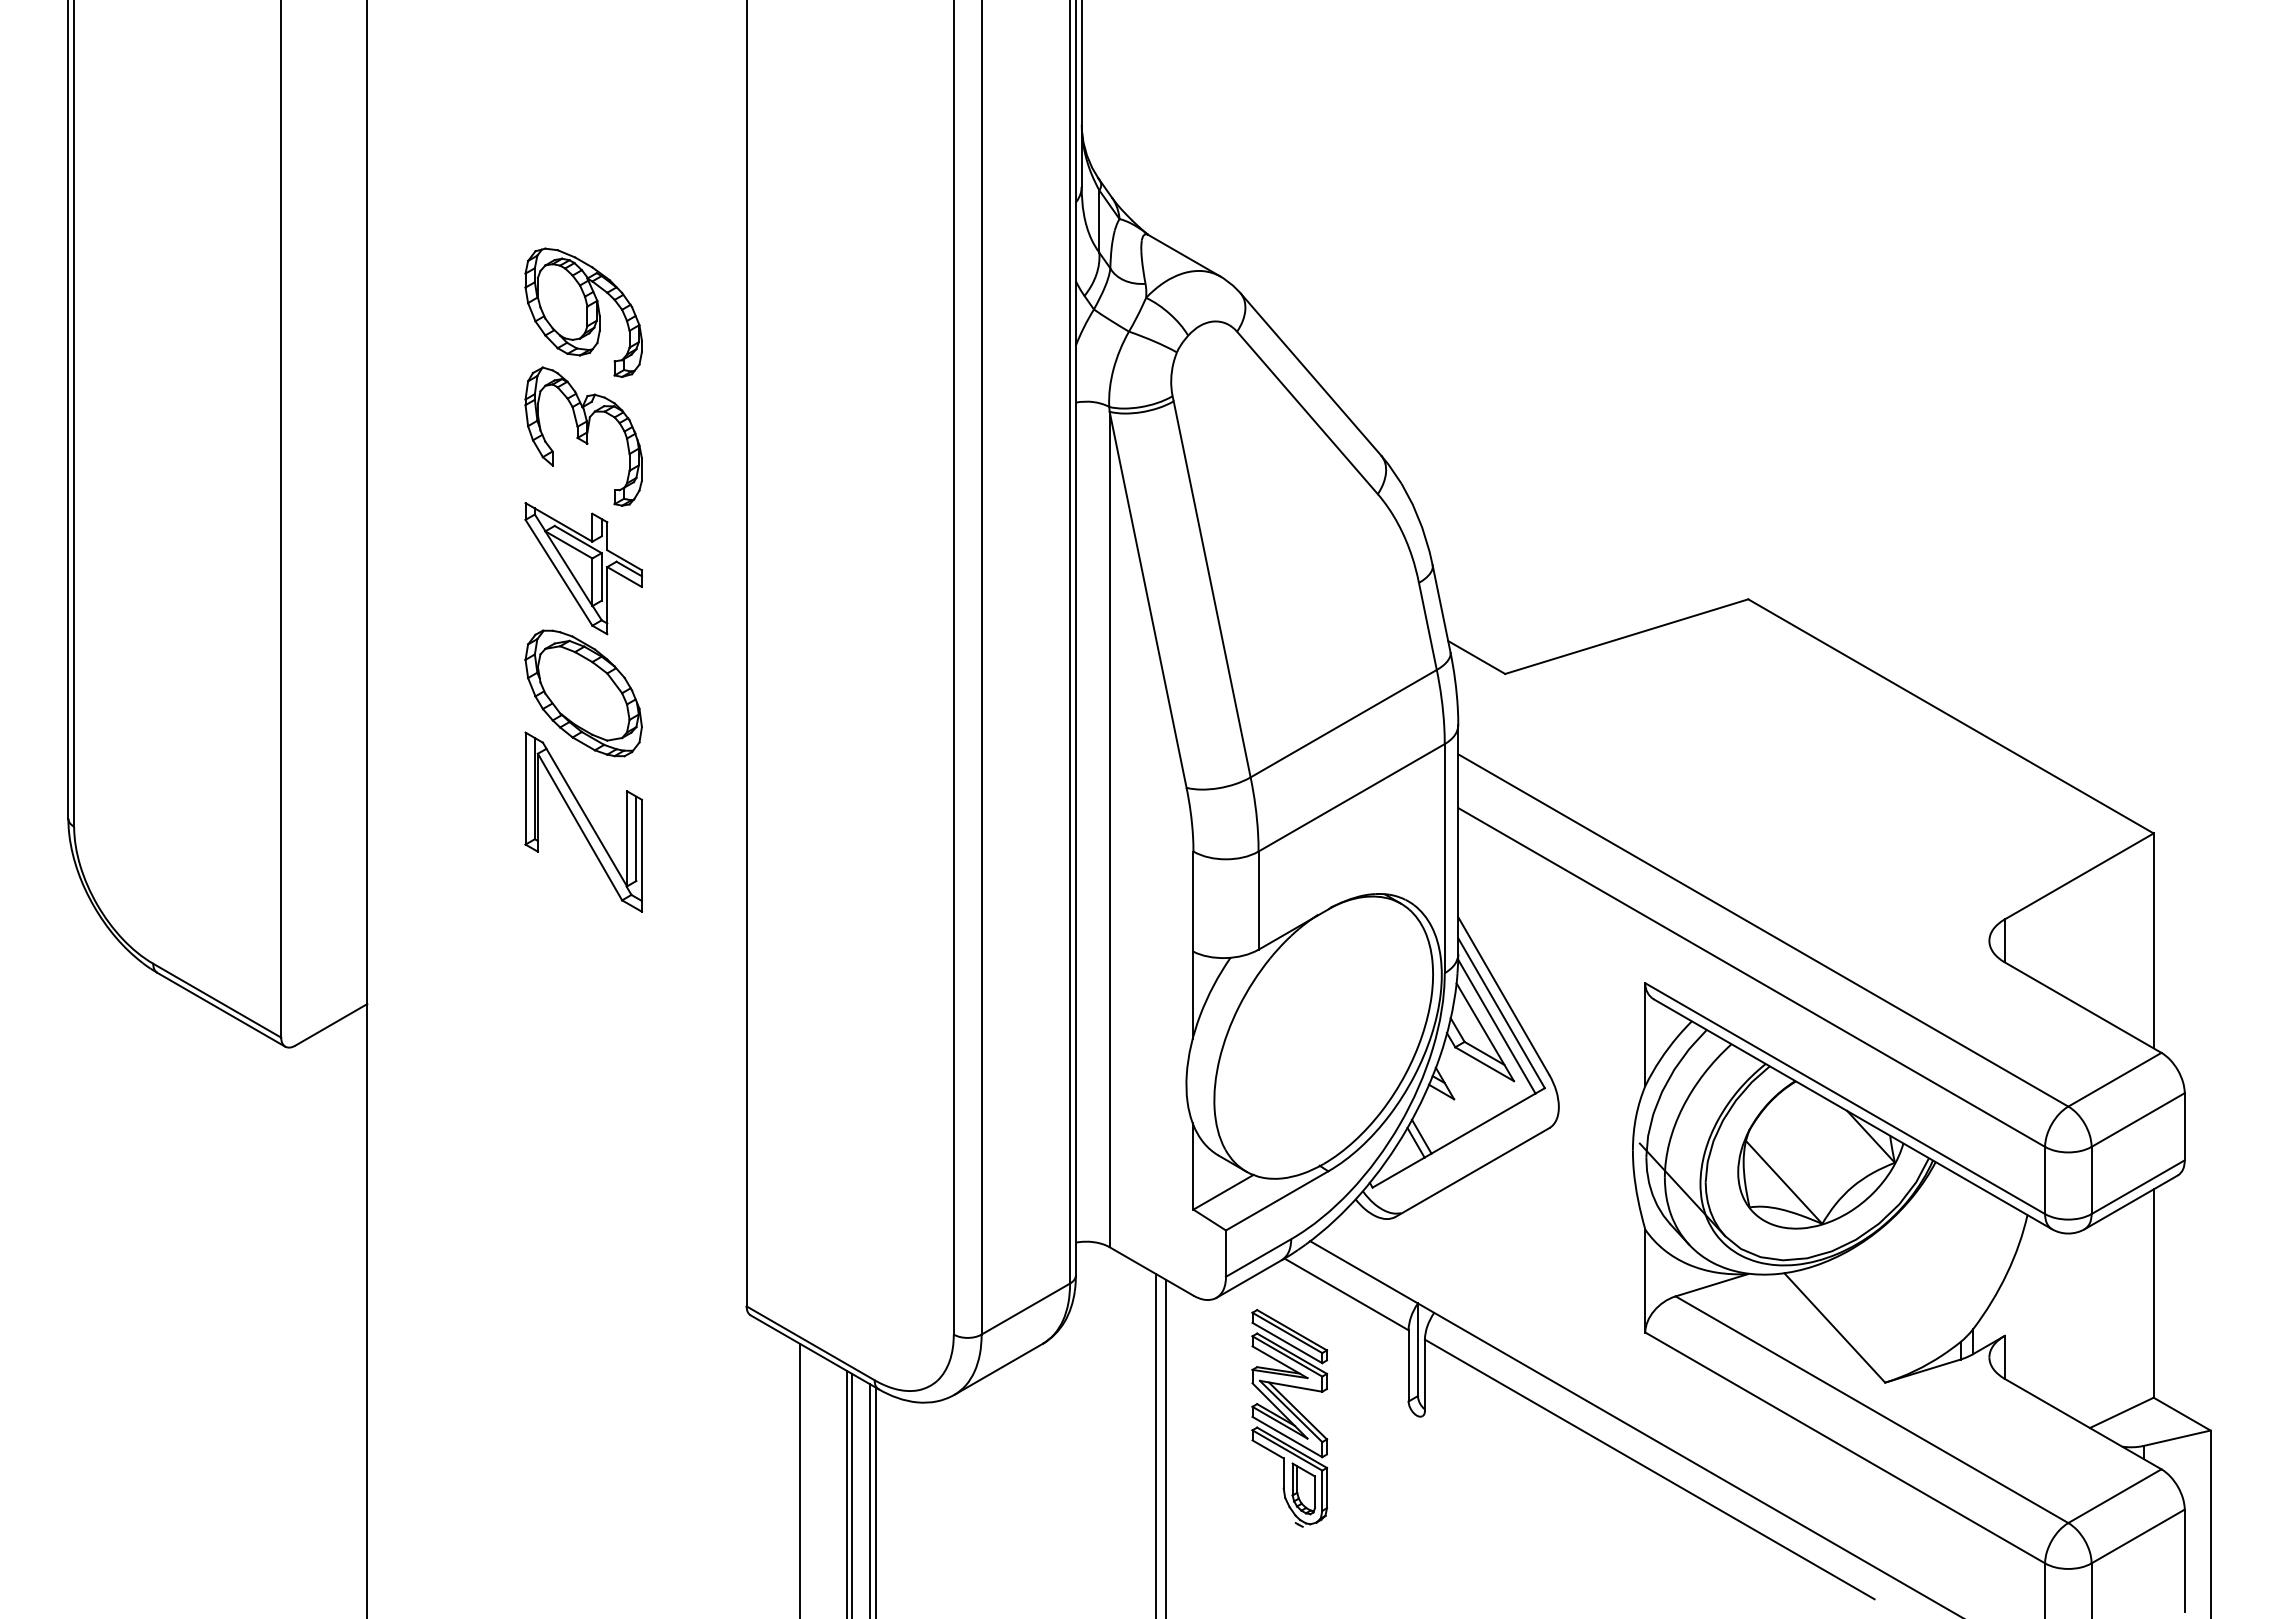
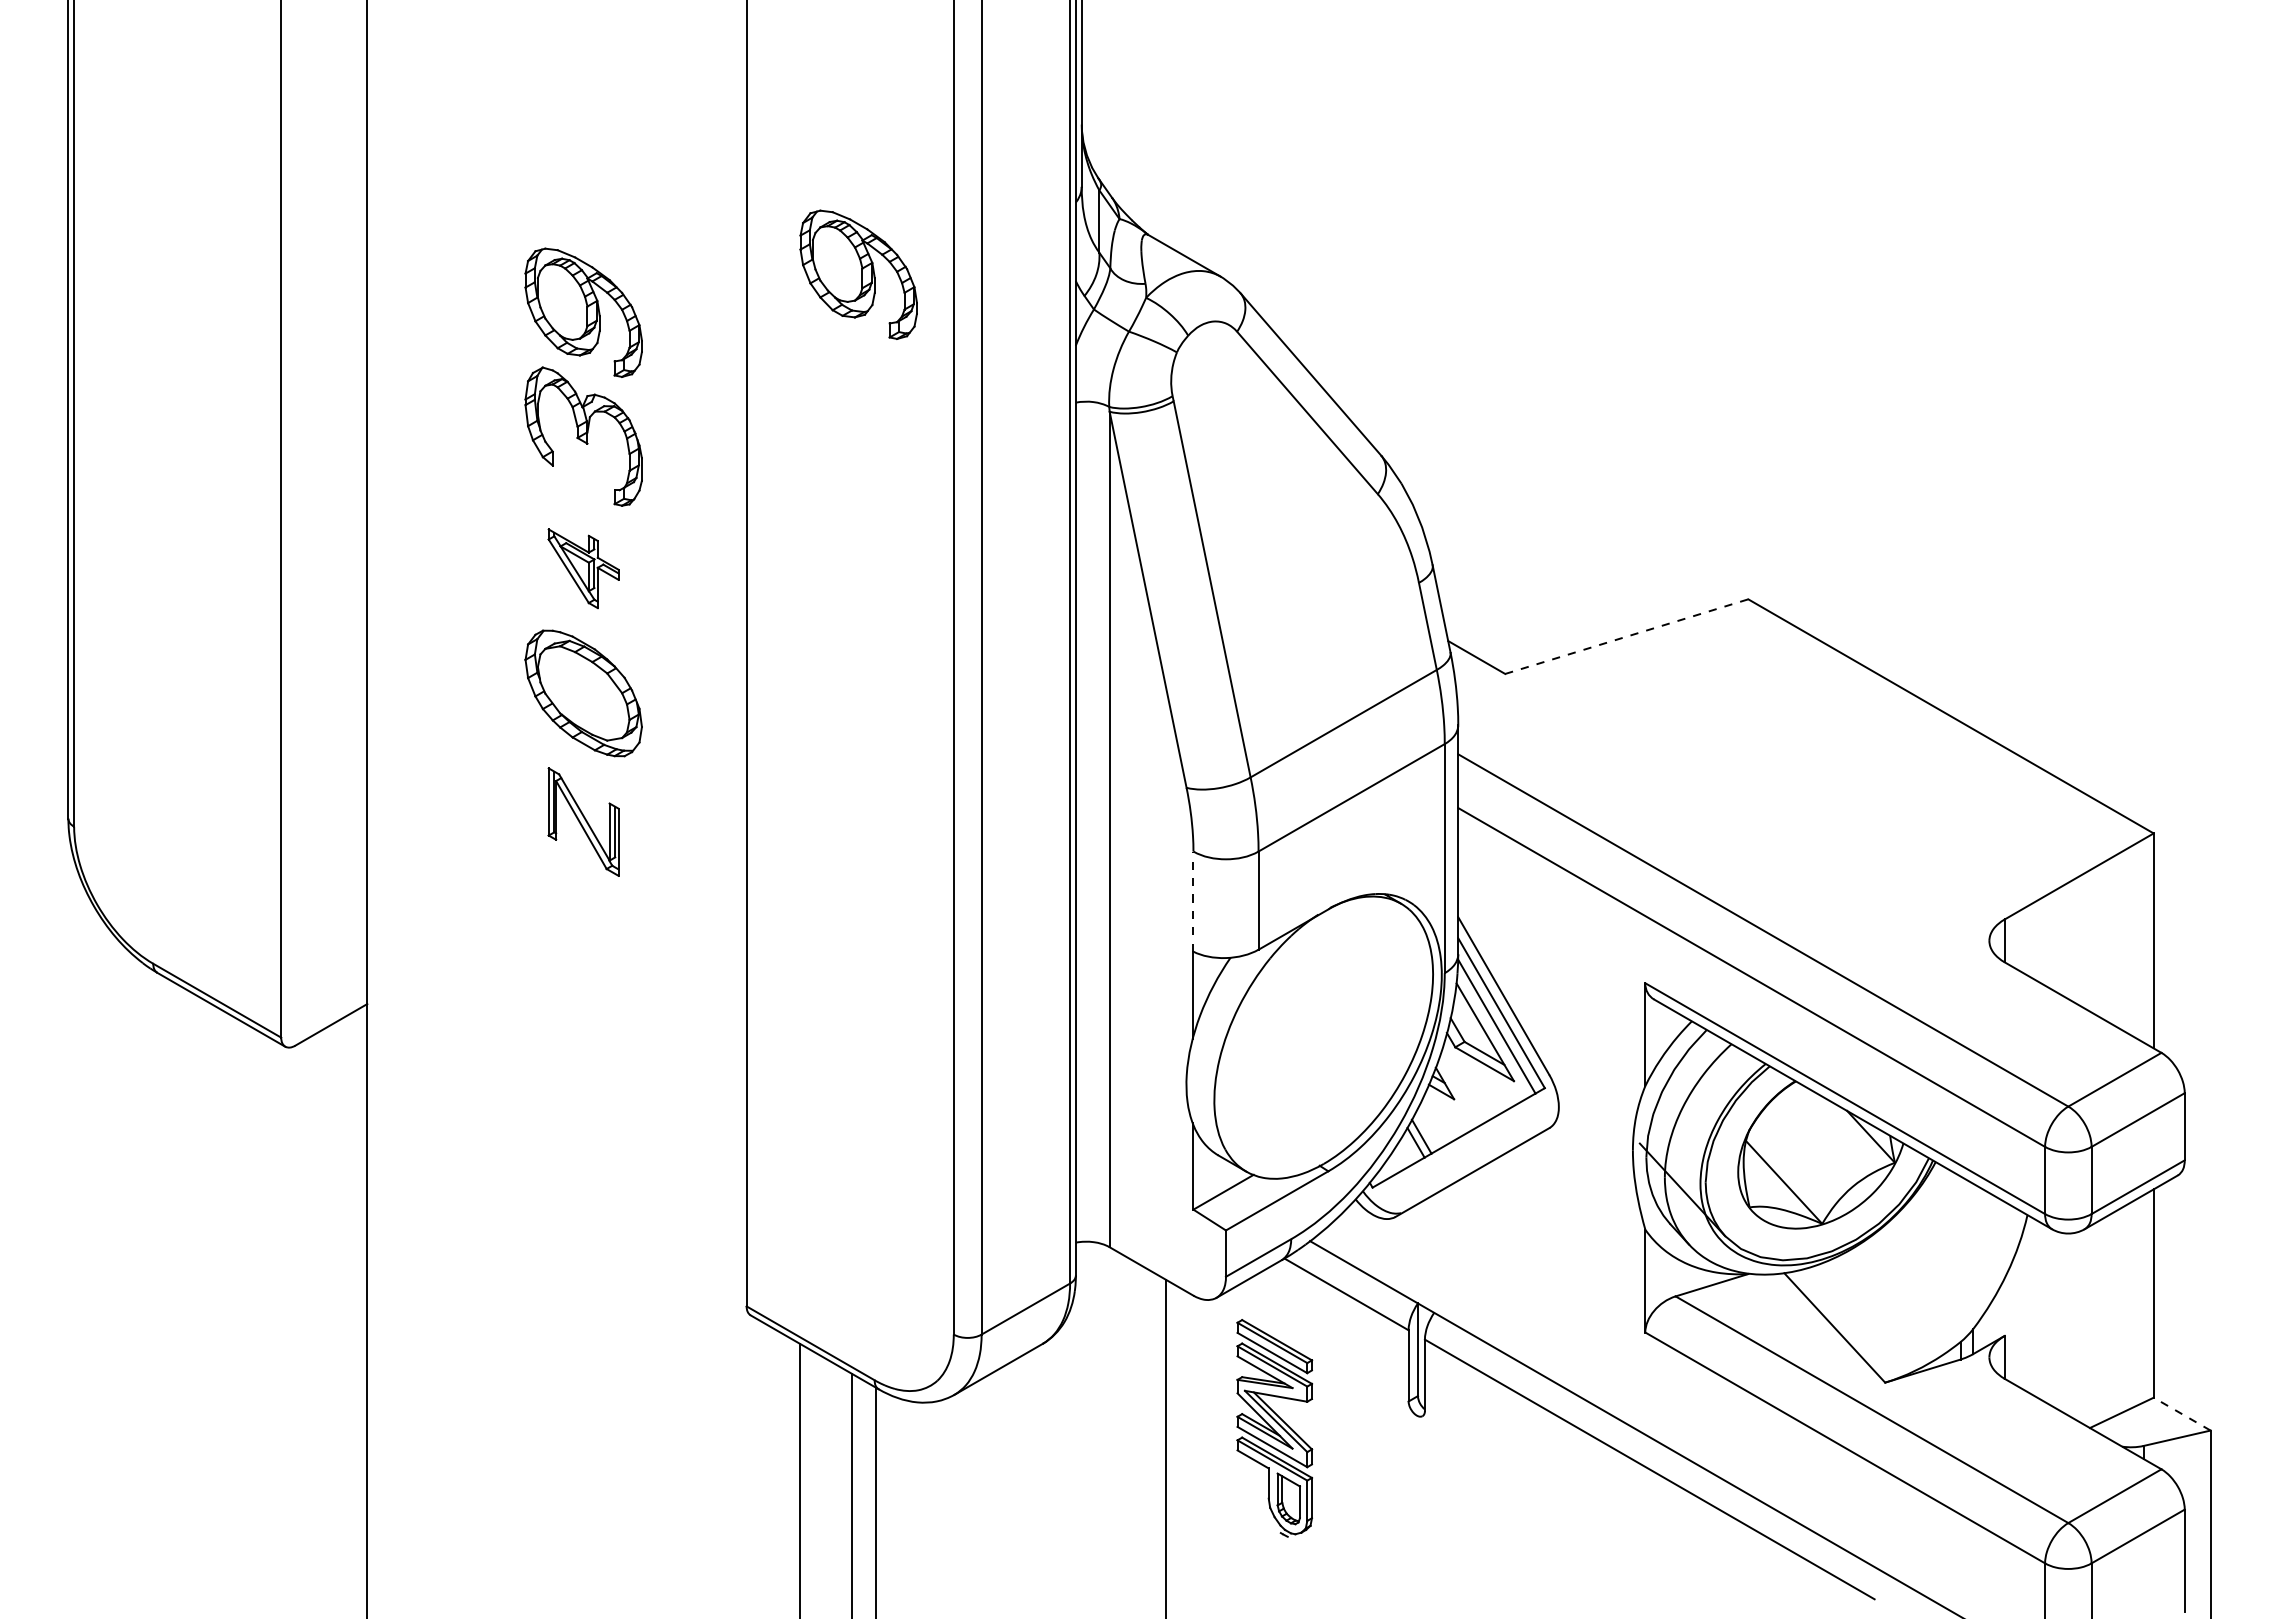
part at (858, 274): none -> present
part at (583, 568) size: 119x134 px -> 73x81 px
line at (1627, 636): solid -> dashed
part at (583, 821) size: 119x182 px -> 73x110 px
line at (1193, 901): solid -> dashed
line at (2182, 1414): solid -> dashed
part at (1289, 1418) position: (1289, 1418) -> (1274, 1428)
line at (1155, 1444): present -> none
line at (846, 1492): present -> none
line at (869, 1499): present -> none
